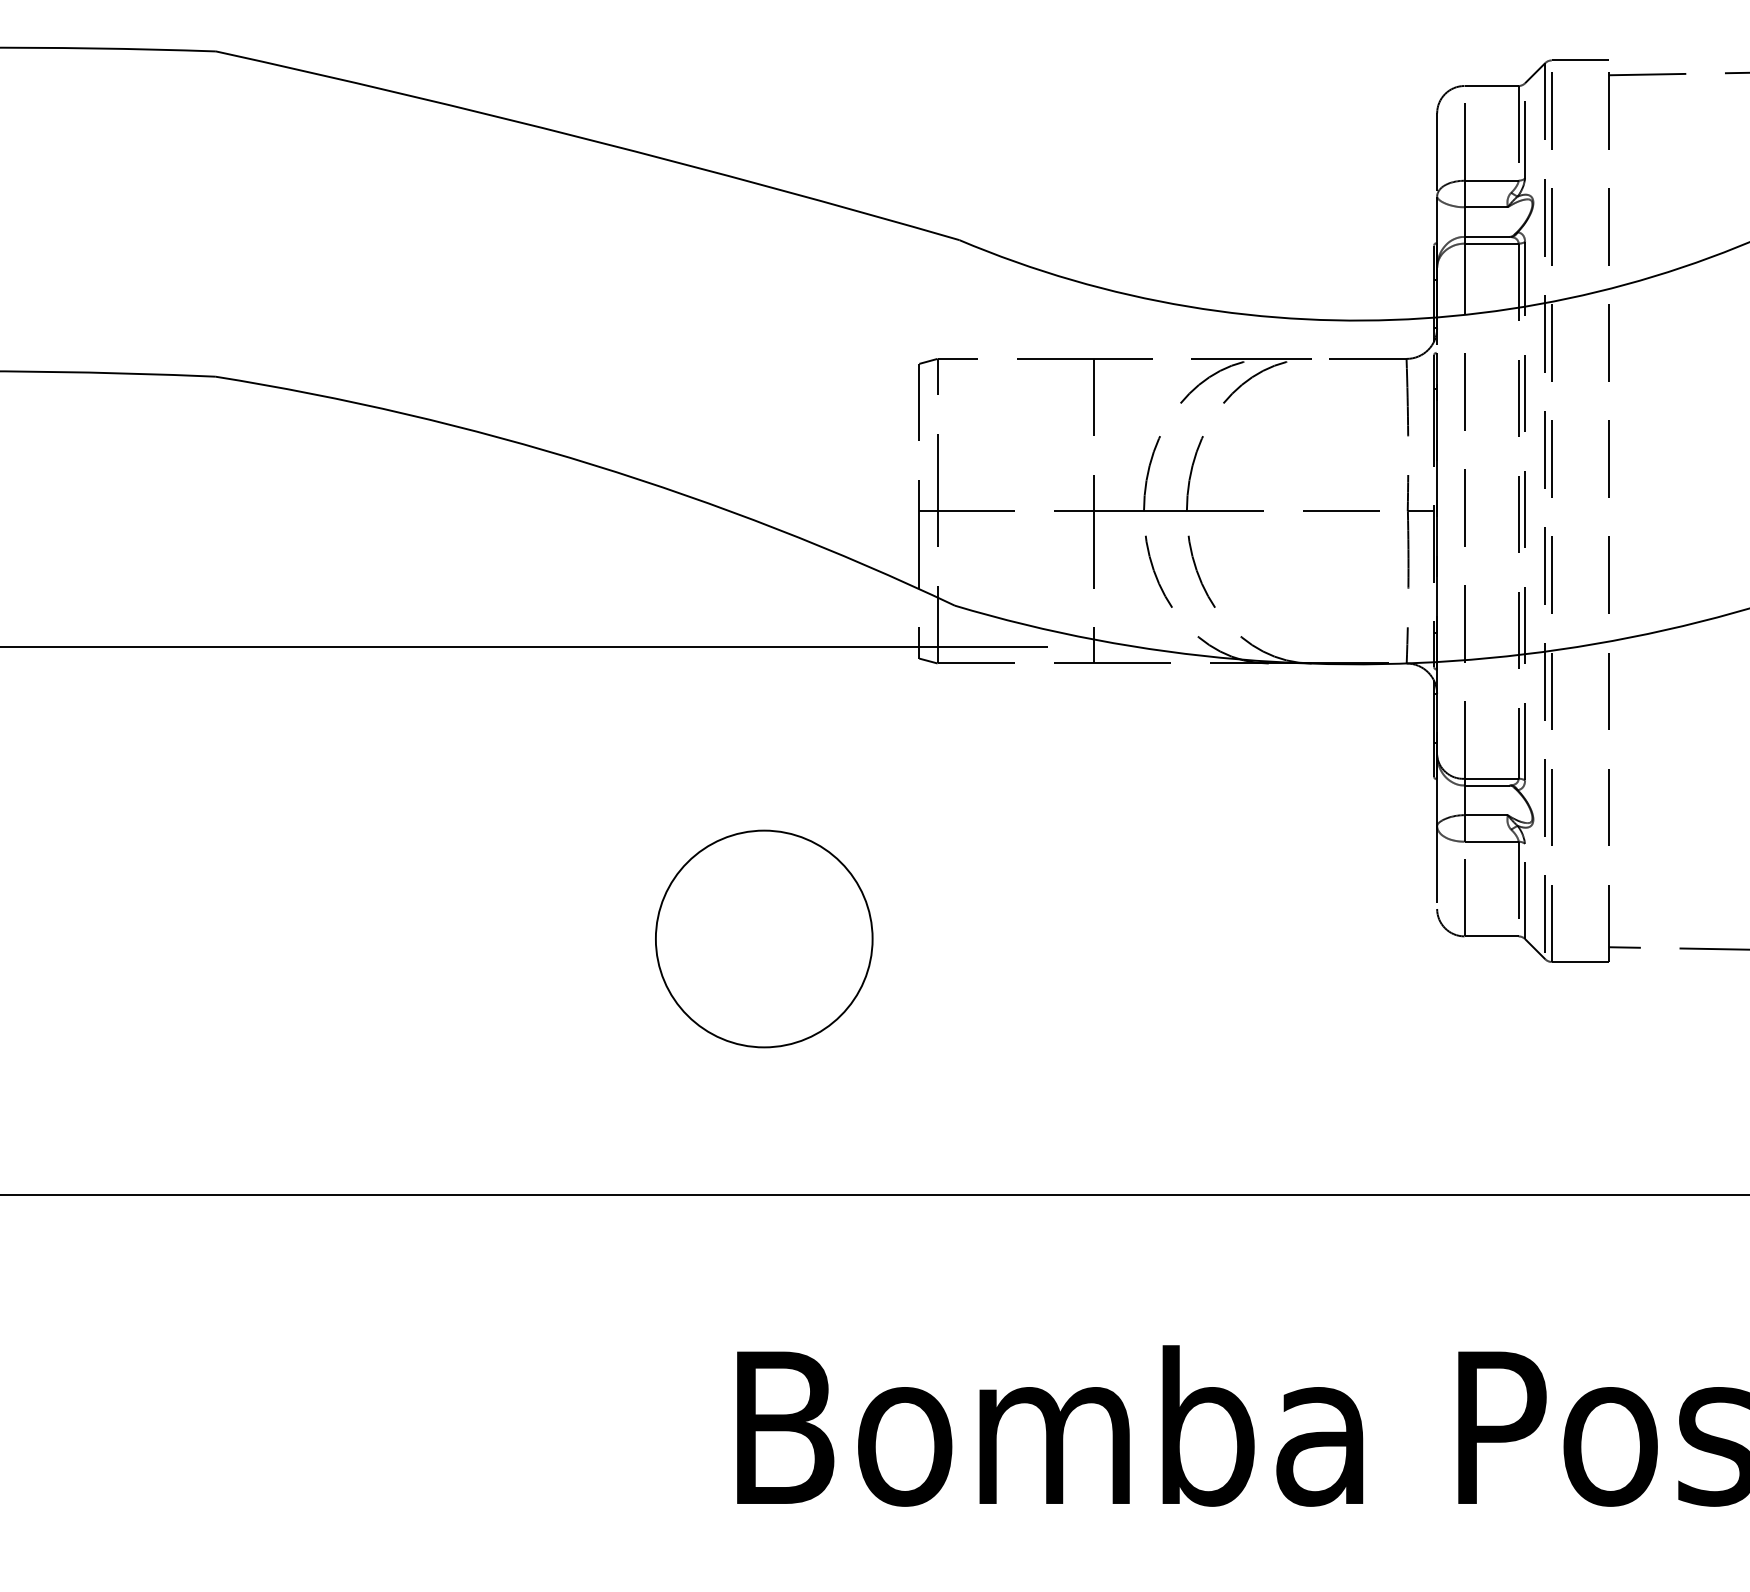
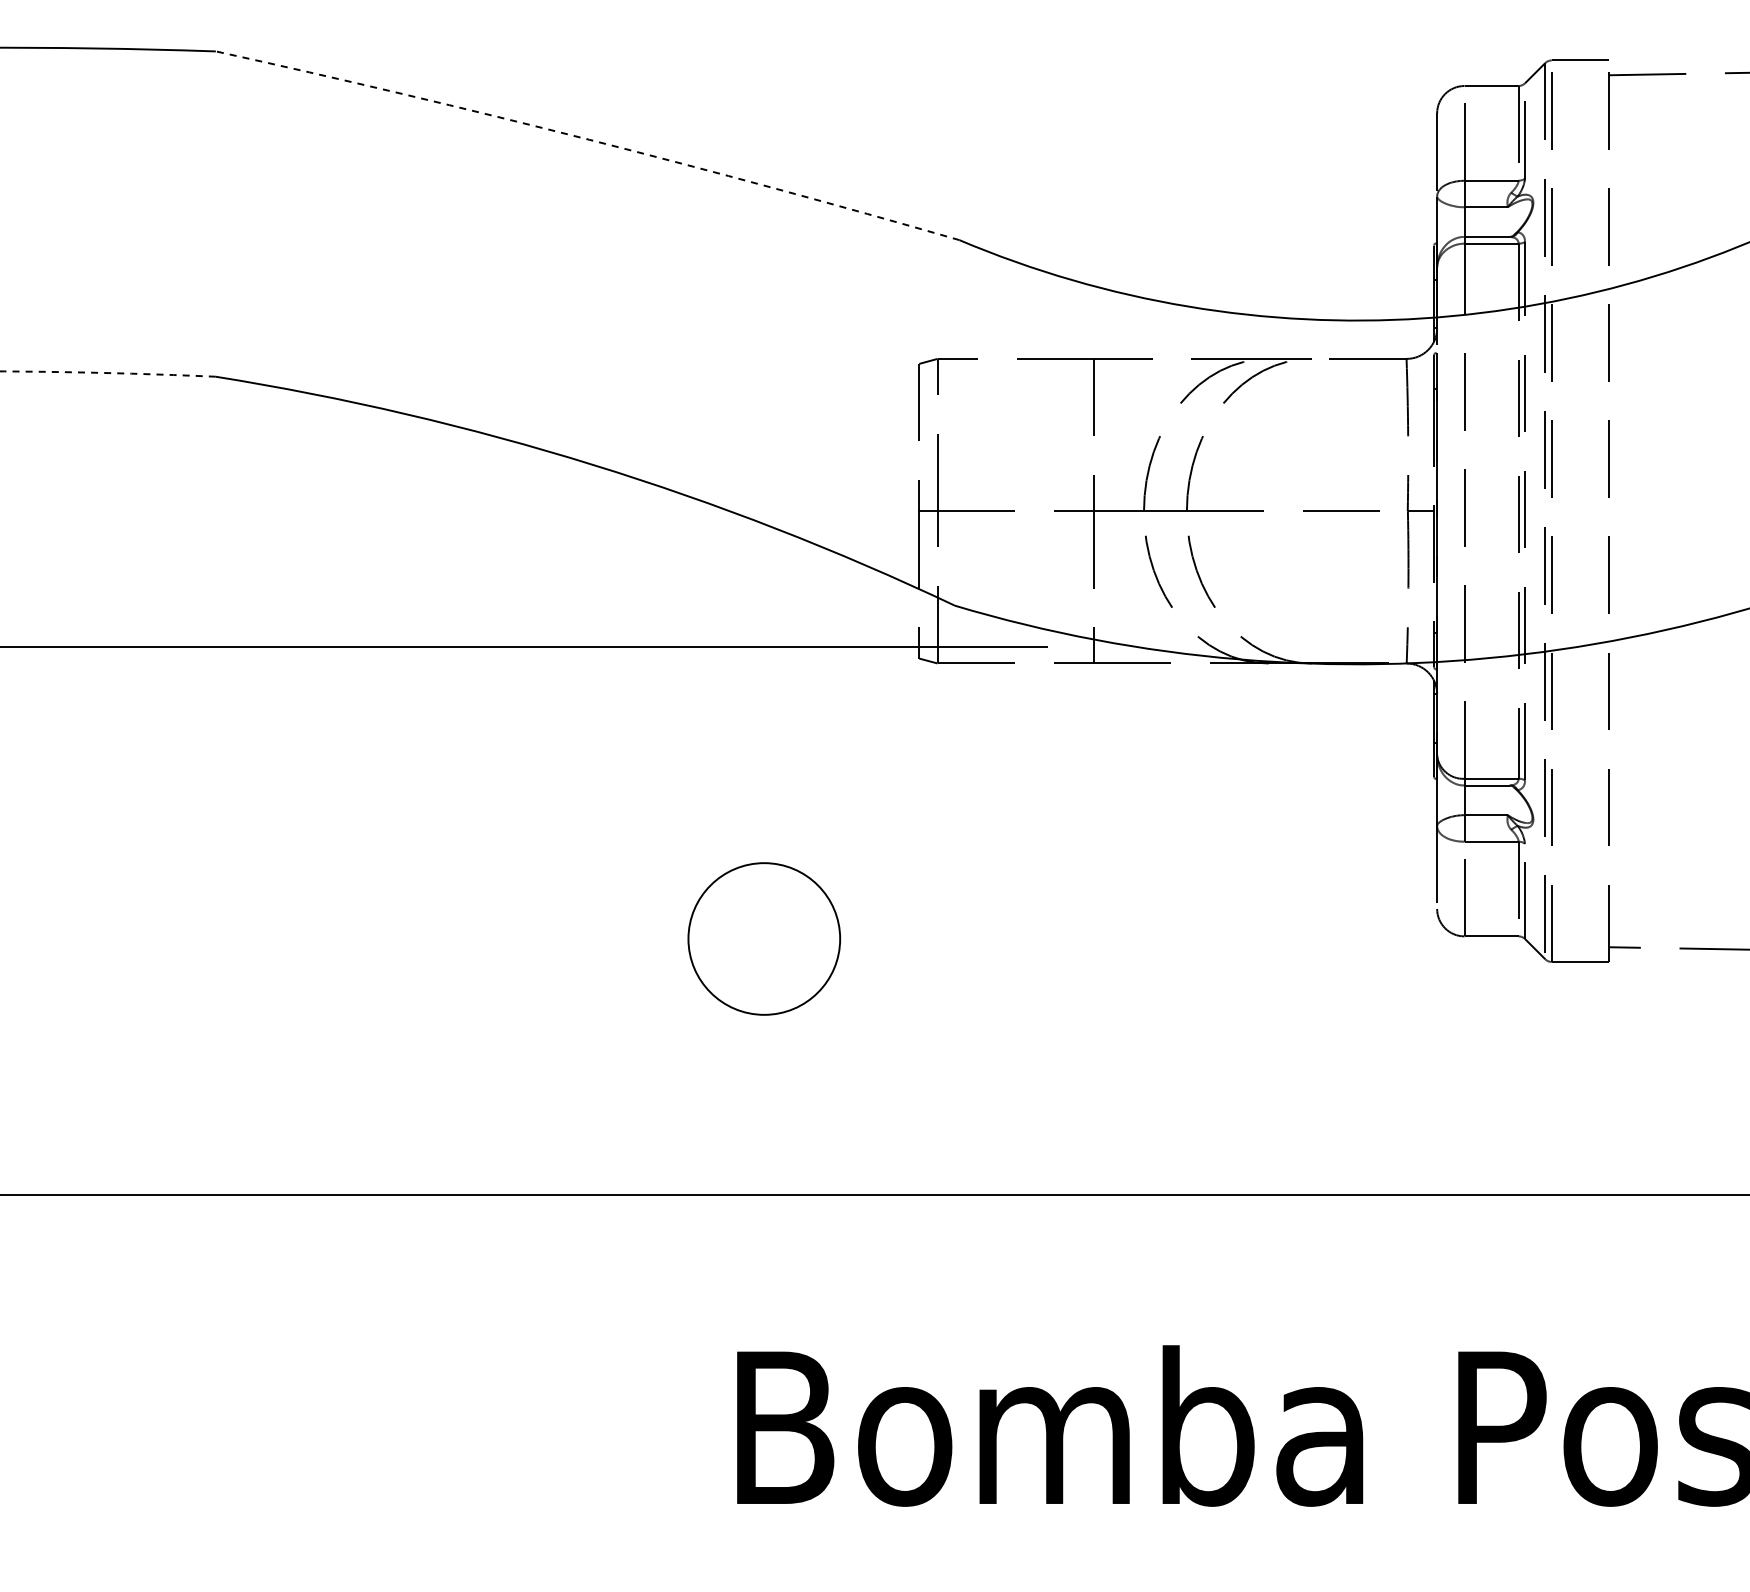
arc at (589, 139): solid -> dashed
arc at (107, 373): solid -> dashed
circle at (764, 938) size: 219x220 px -> 155x154 px
